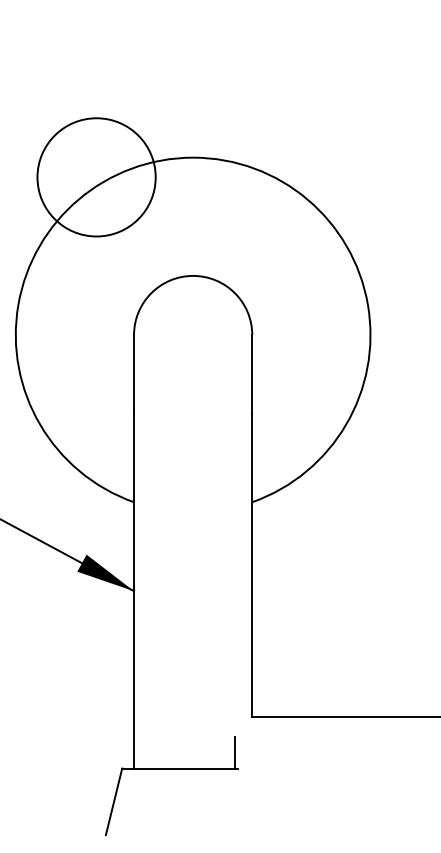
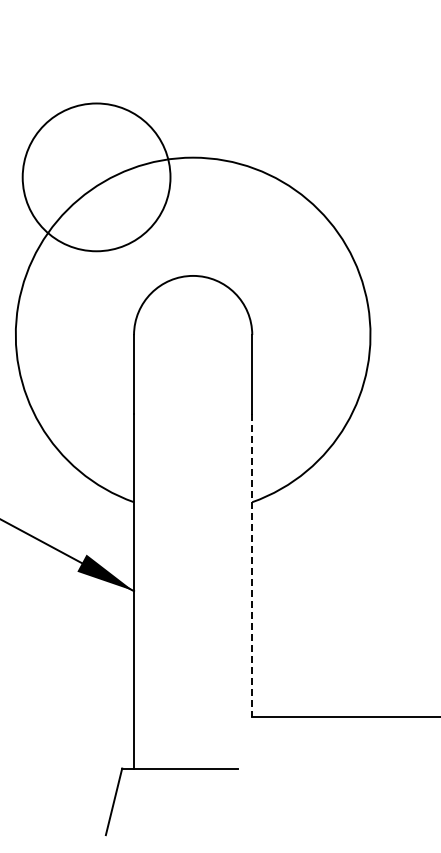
circle at (96, 177) diameter: 118 px -> 148 px
line at (252, 565): solid -> dashed
line at (234, 752): present -> none
